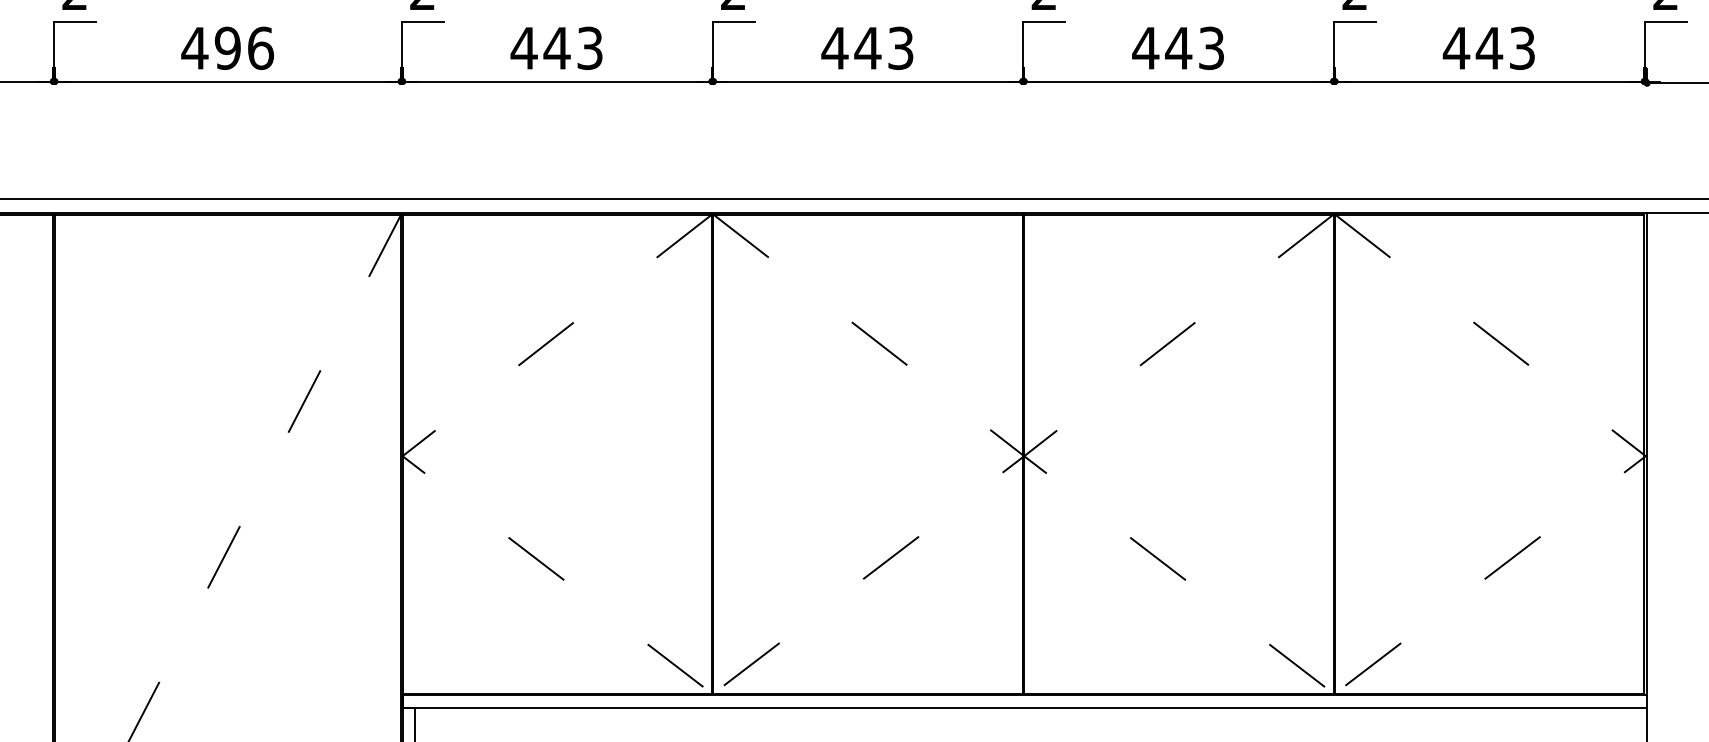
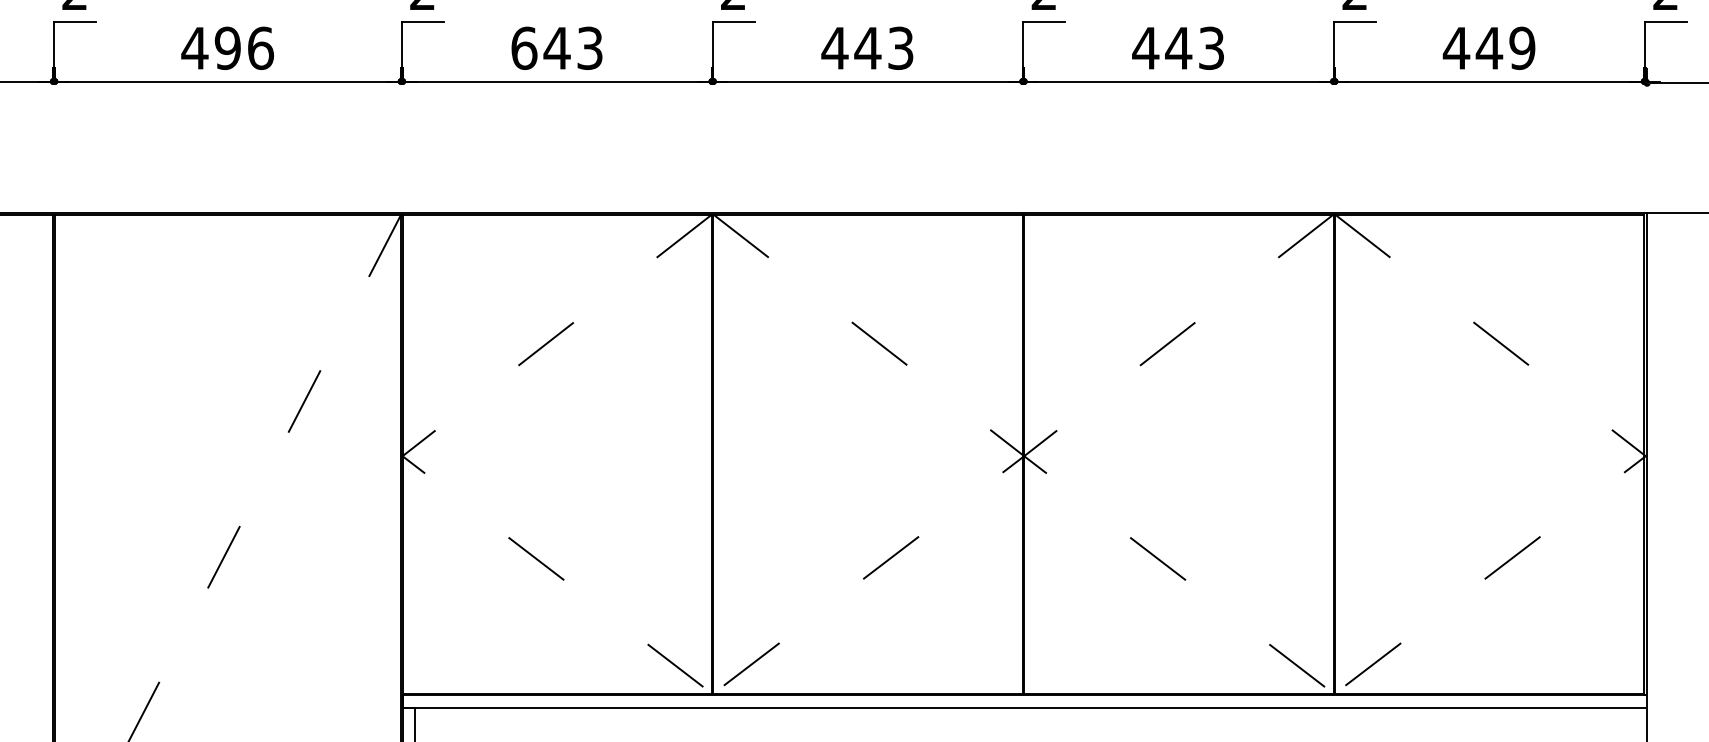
text at (523, 47): 443 -> 643
text at (1522, 47): 443 -> 449
line at (853, 199): present -> none
